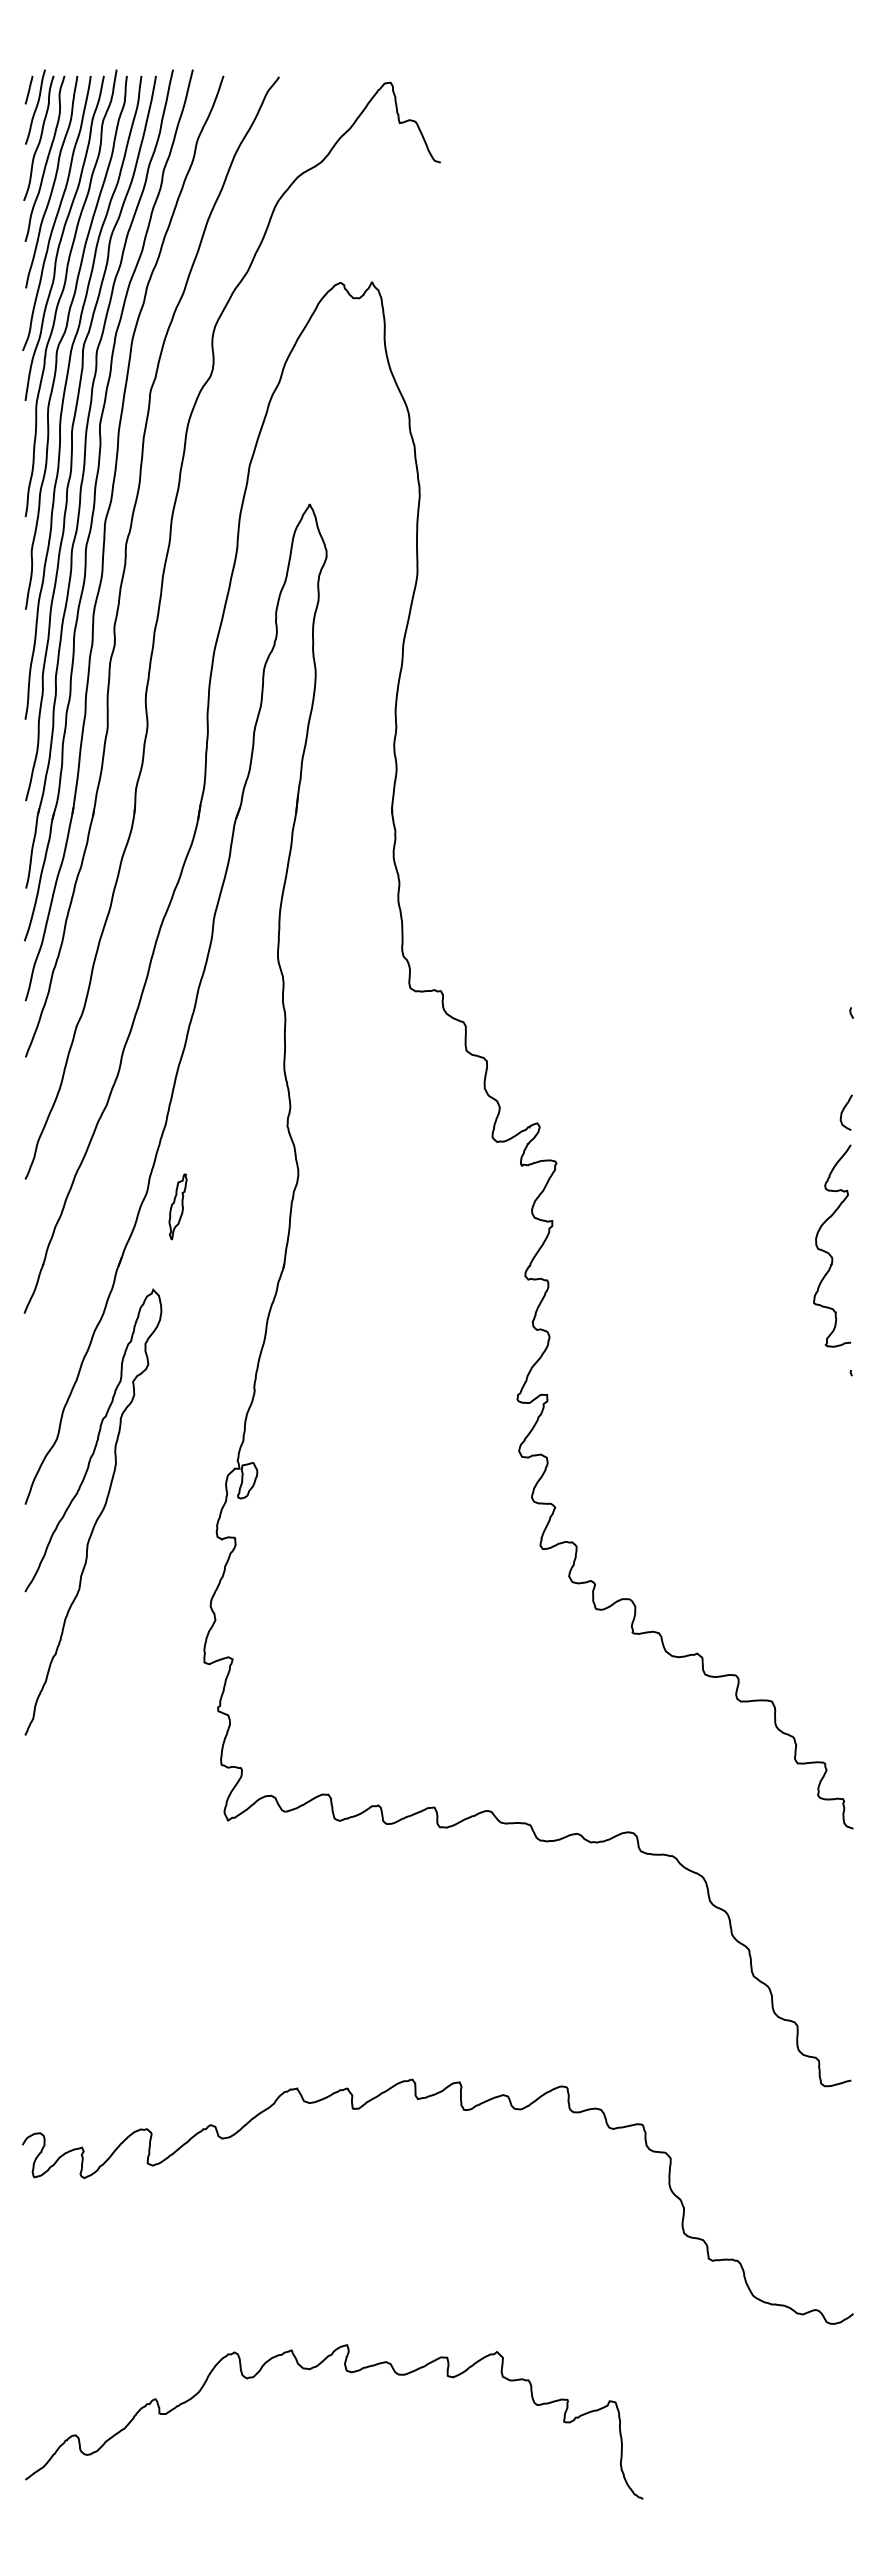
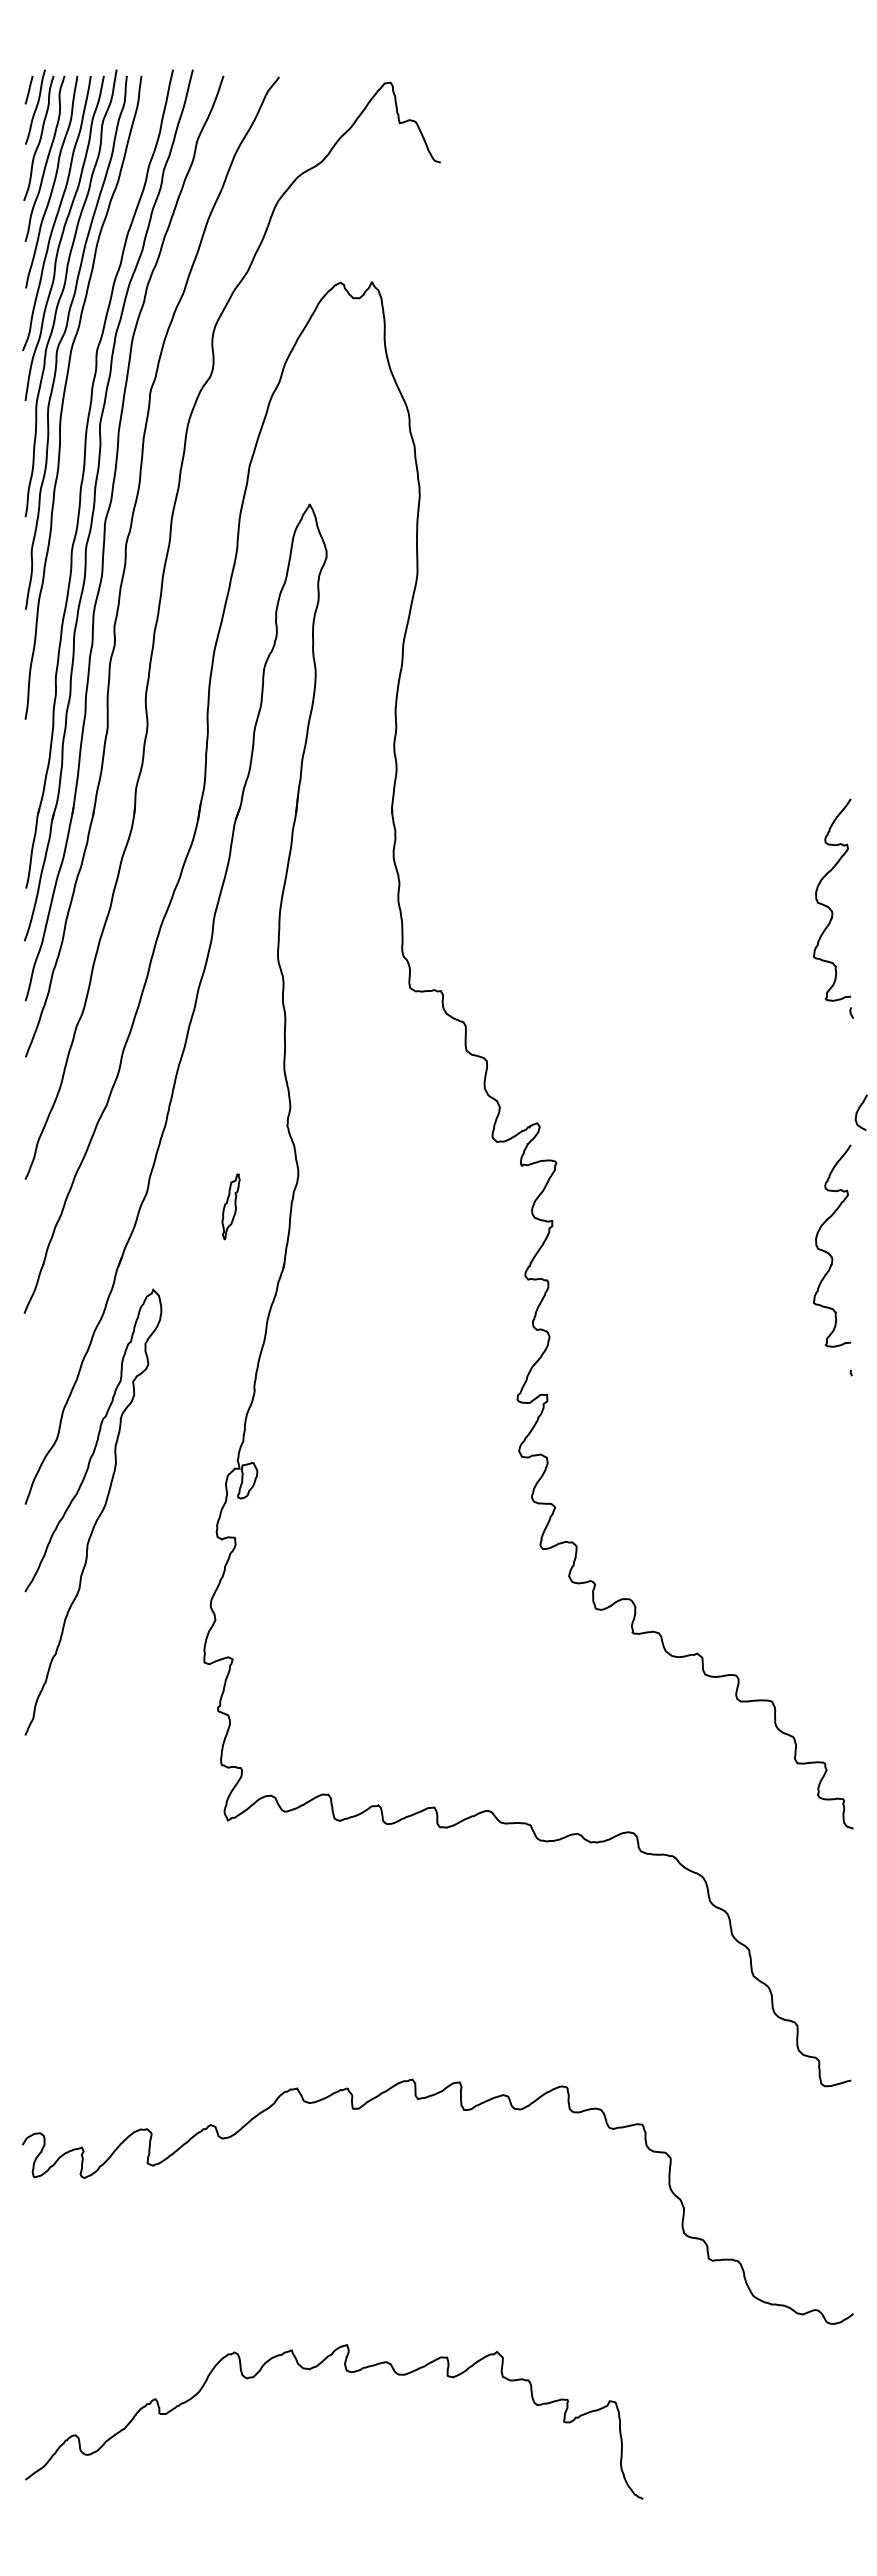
curve at (72, 438): present -> none
part at (829, 906): none -> present
curve at (843, 1111) position: (843, 1111) -> (858, 1111)
part at (177, 1206) position: (177, 1206) -> (230, 1206)
